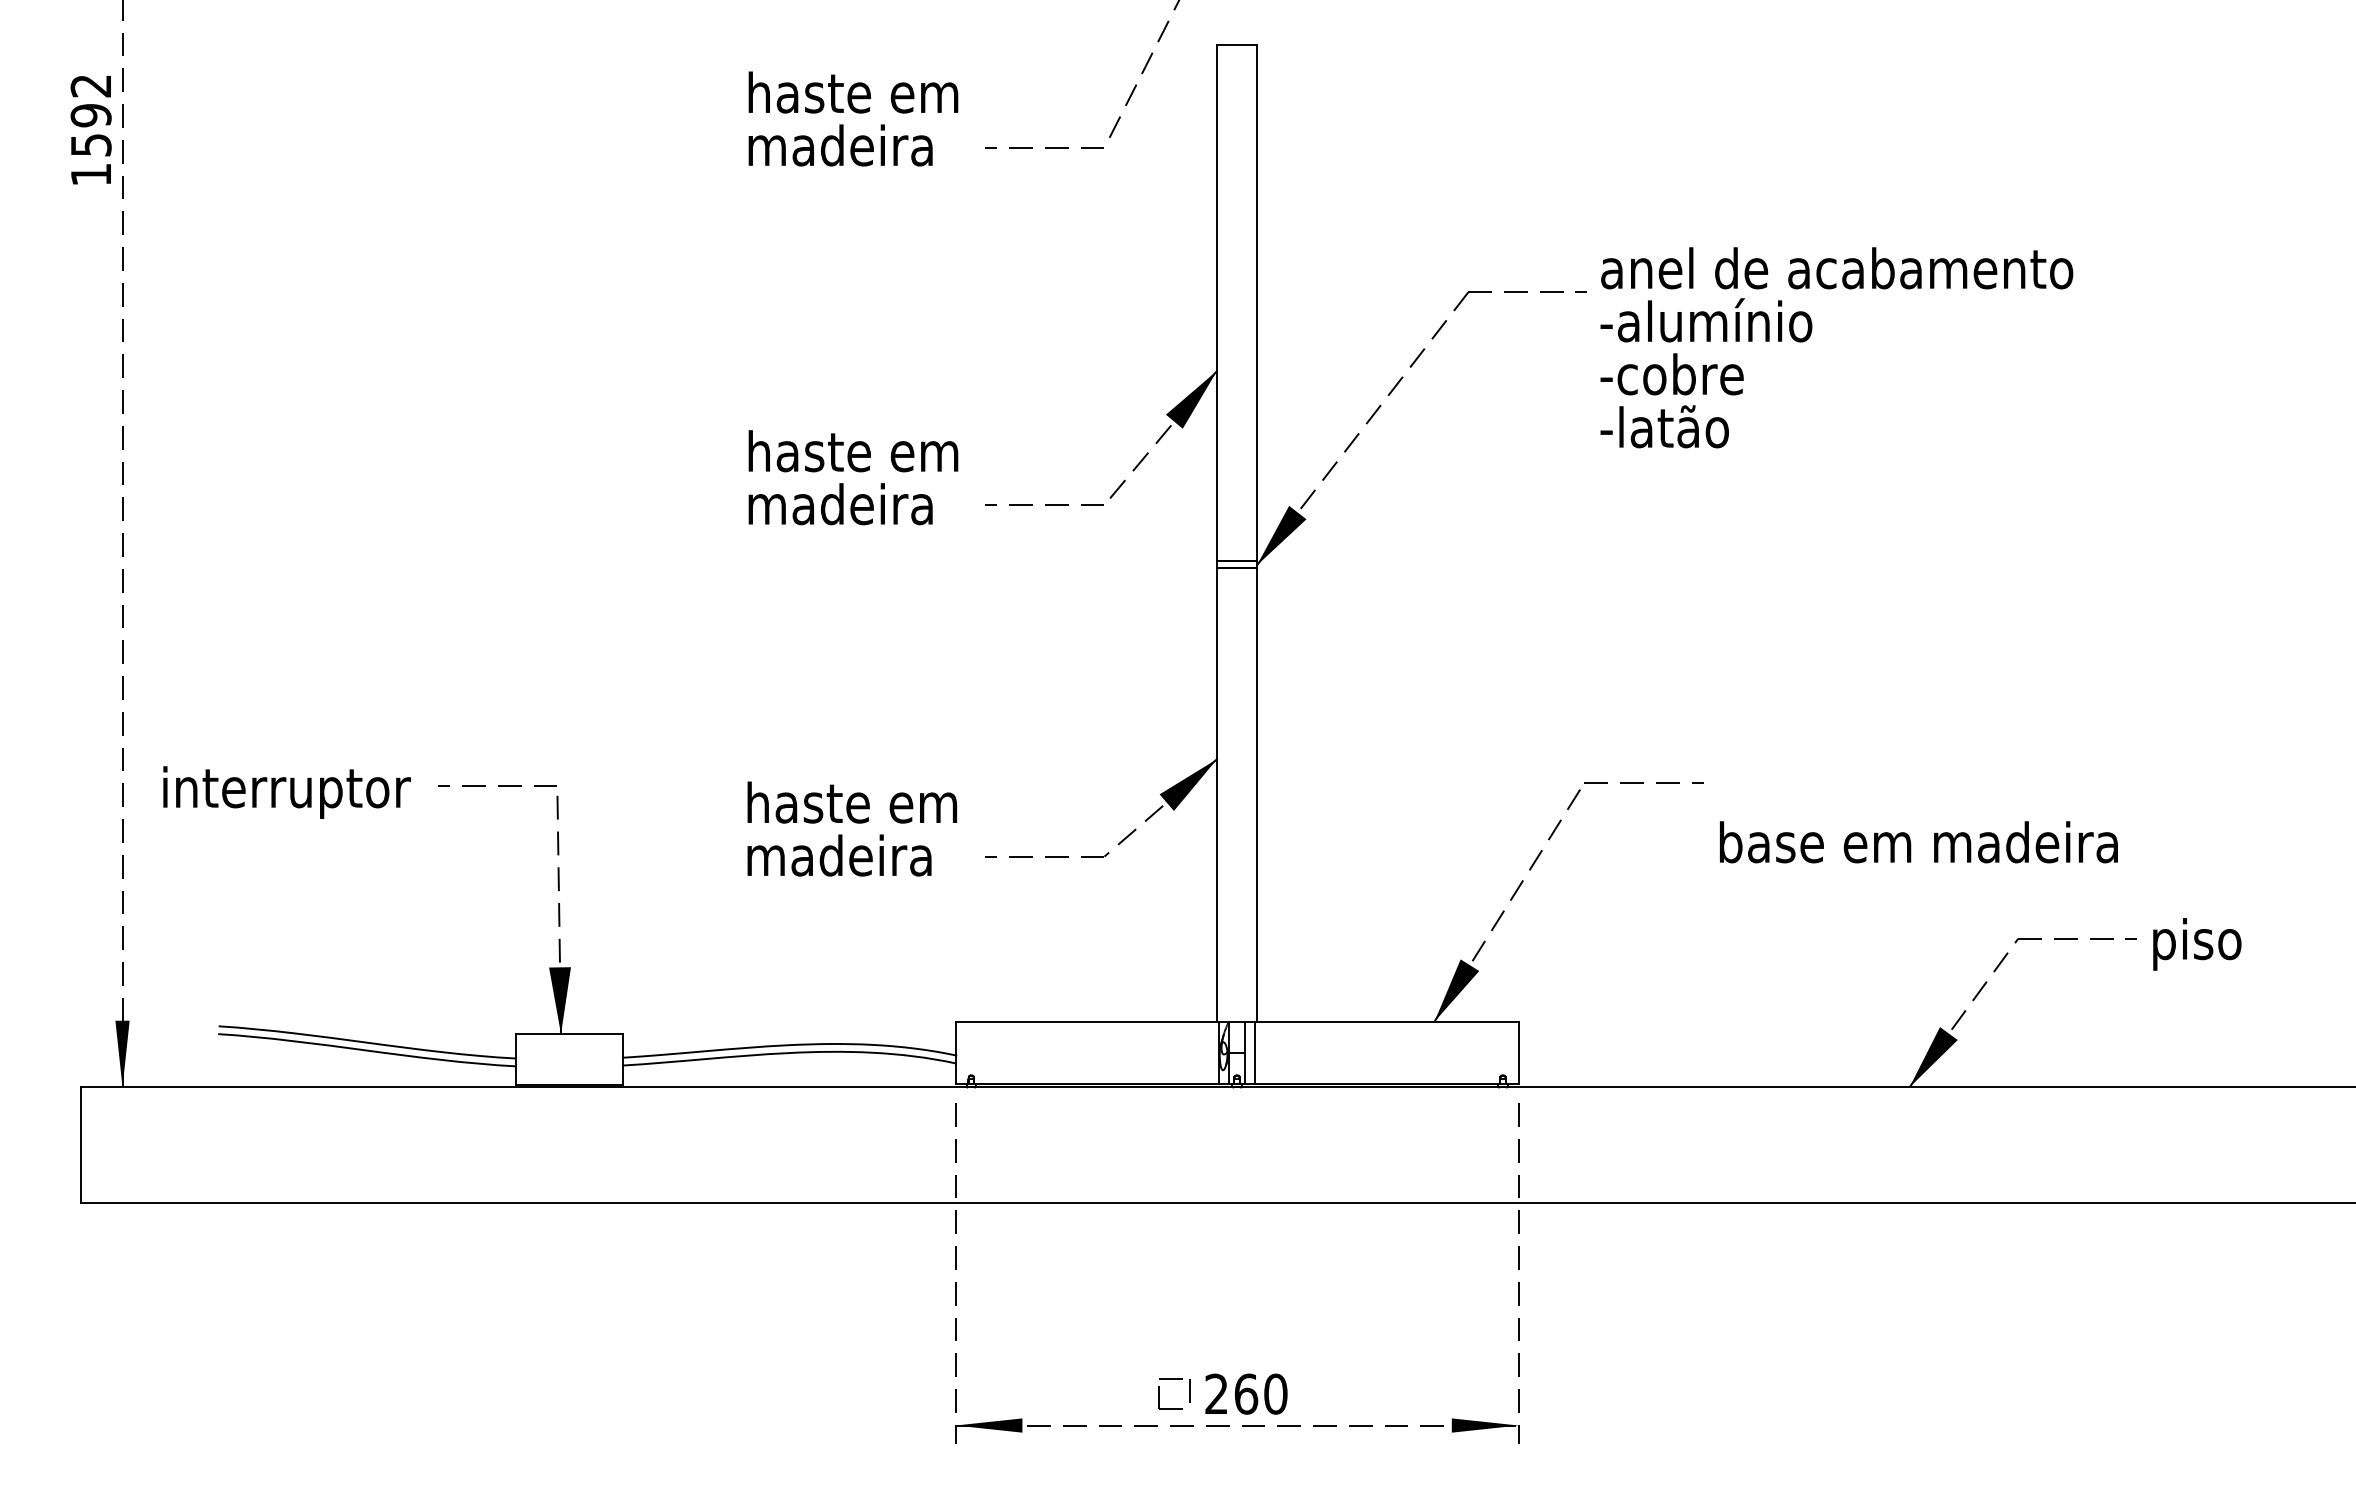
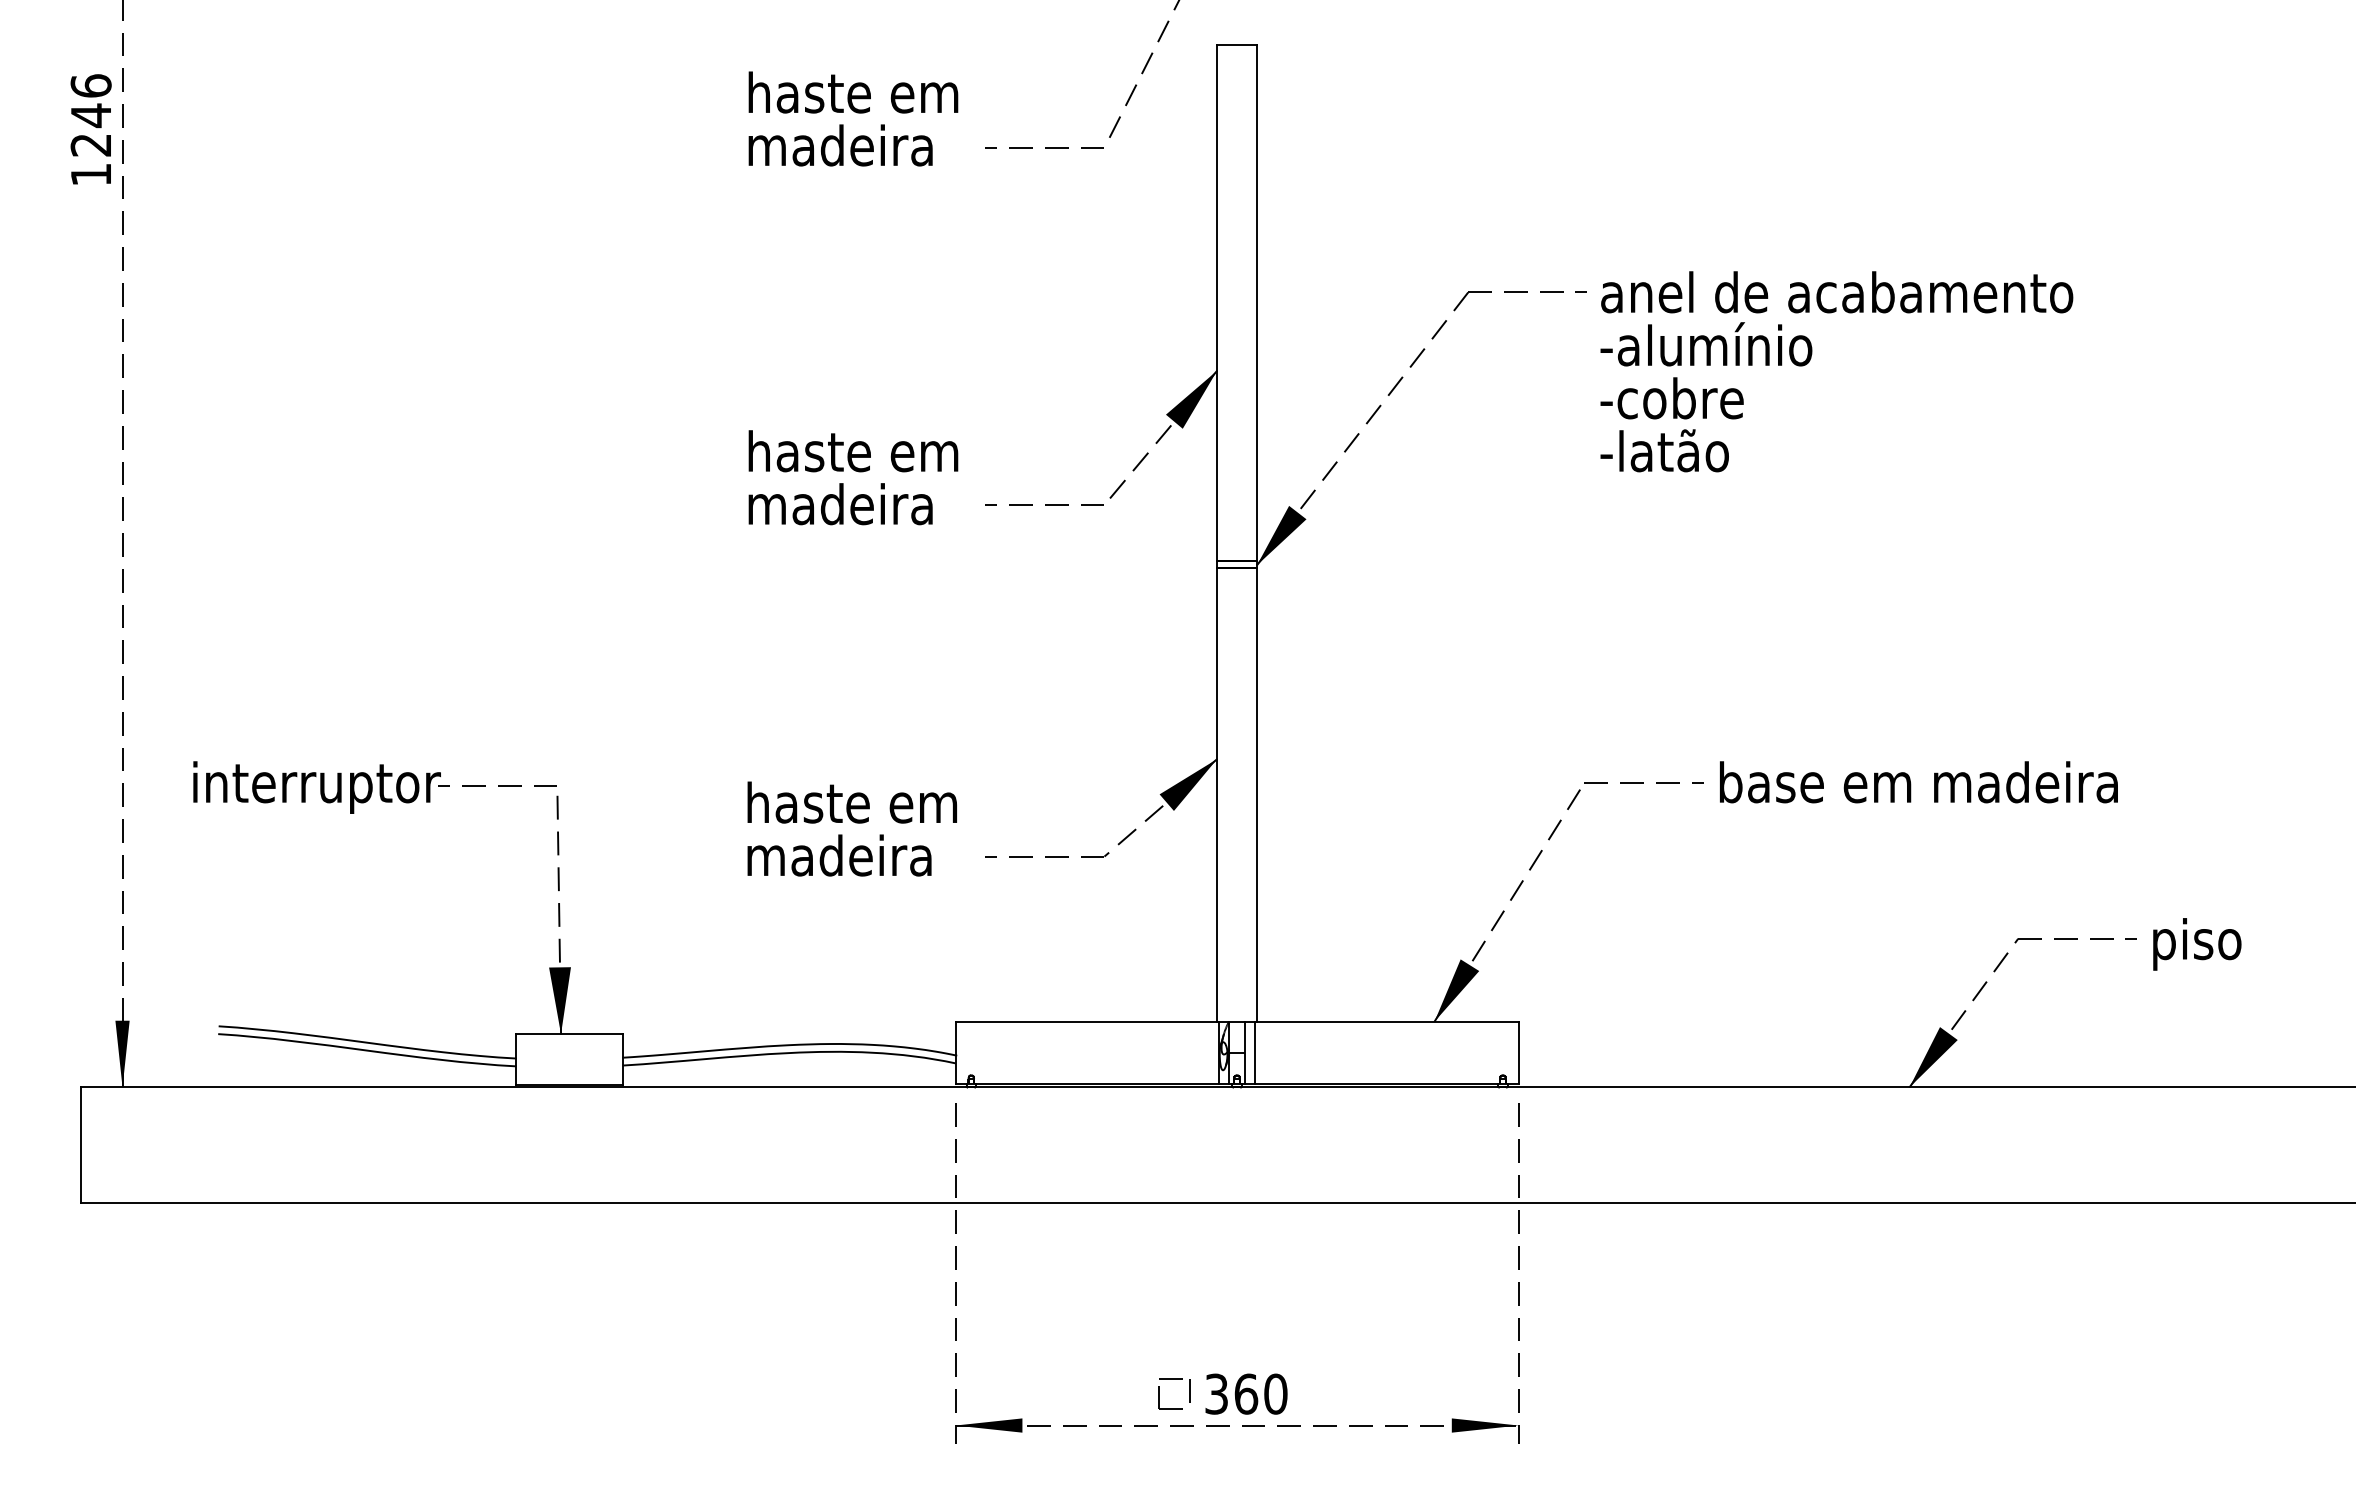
text at (90, 115): 1592 -> 1246
text at (1836, 347) position: (1836, 347) -> (1836, 371)
text at (286, 792) position: (286, 792) -> (316, 787)
text at (1918, 842) position: (1918, 842) -> (1918, 782)
text at (1216, 1393): 260 -> 360
